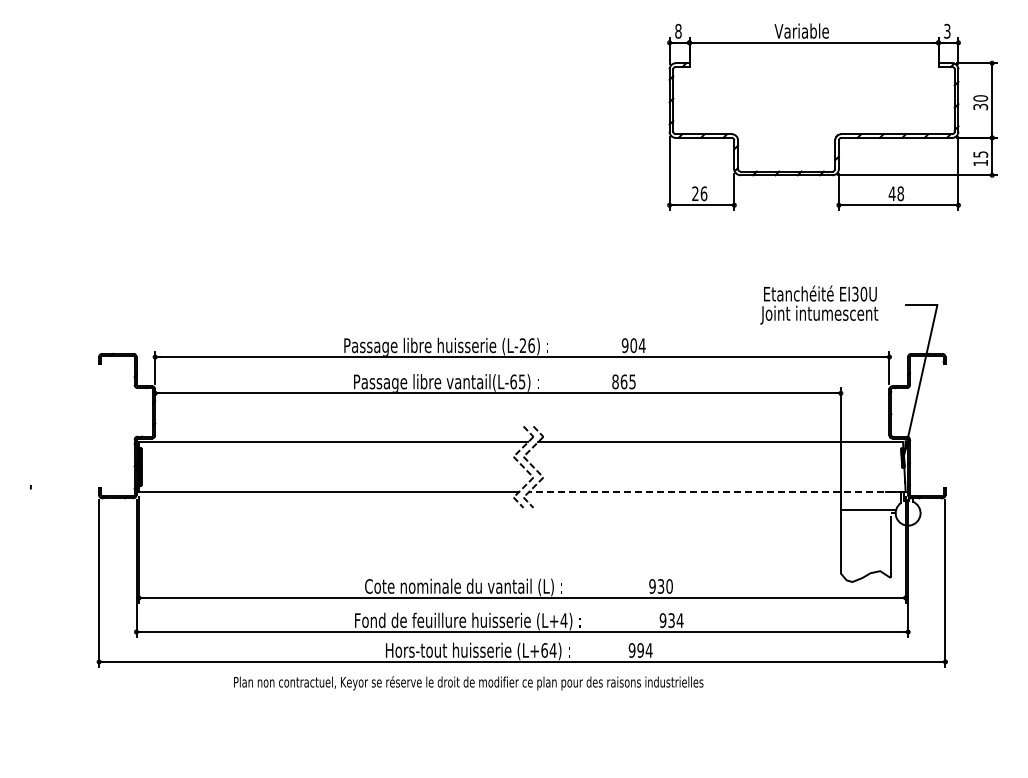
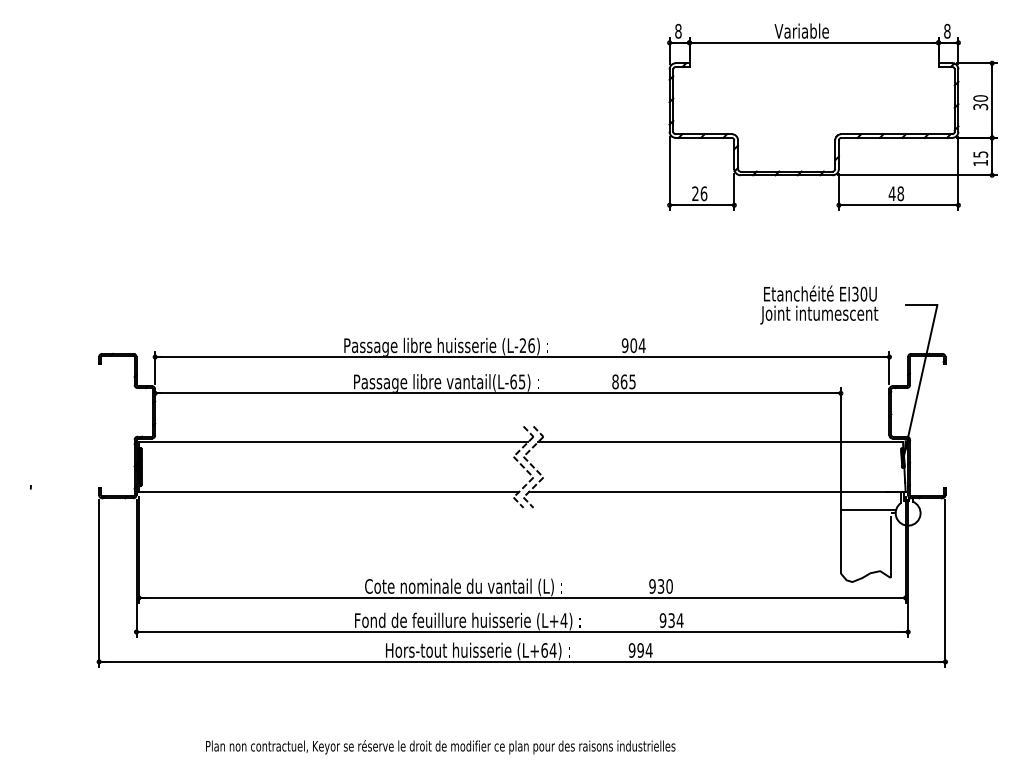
text at (947, 31): 3 -> 8
line at (716, 492): dashed -> solid
text at (468, 683) position: (468, 683) -> (440, 747)
